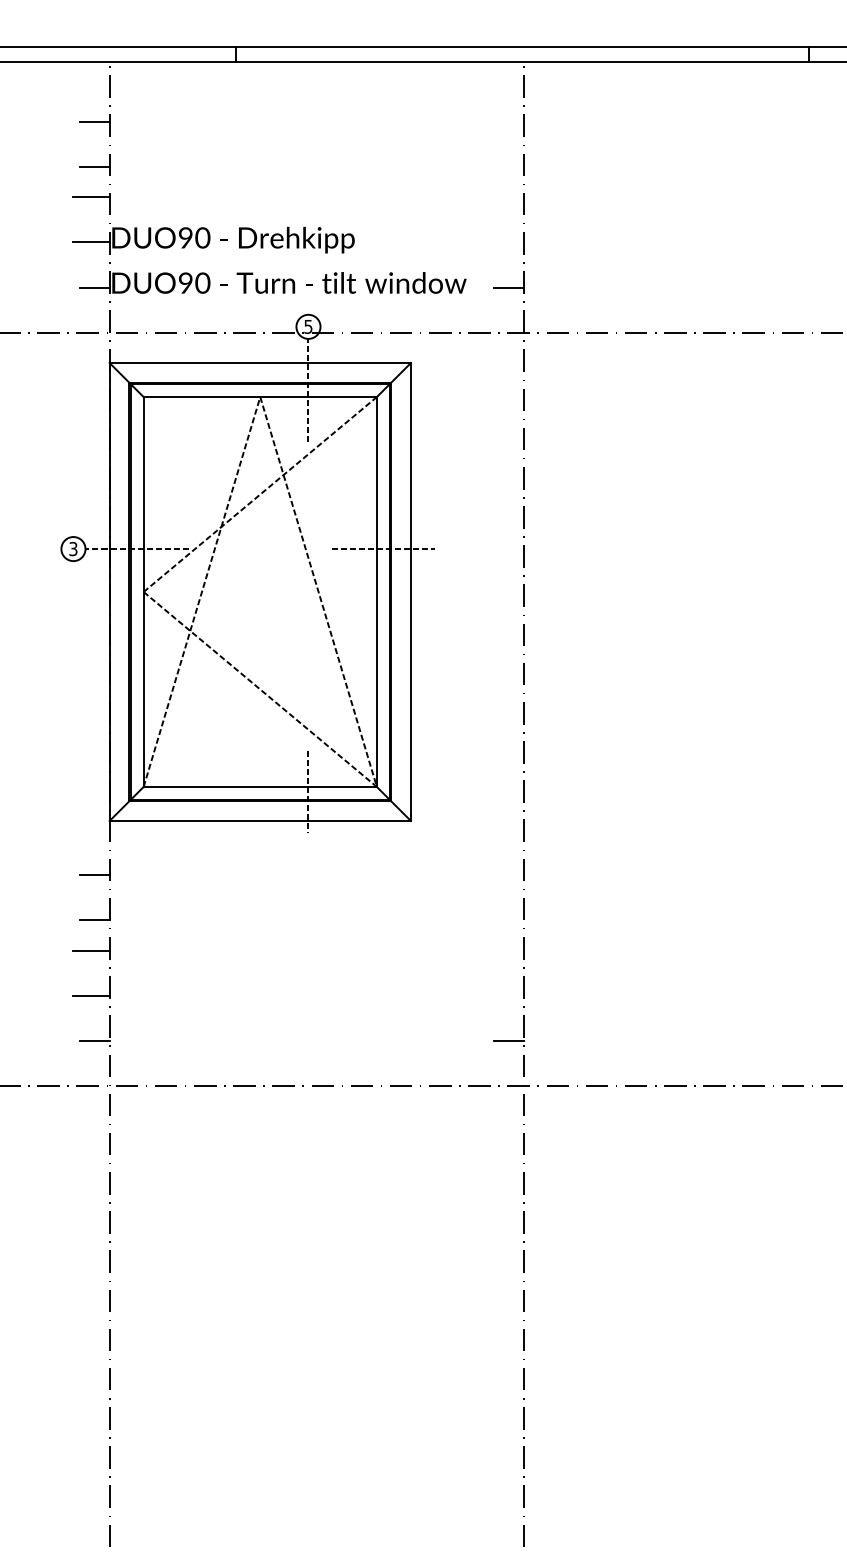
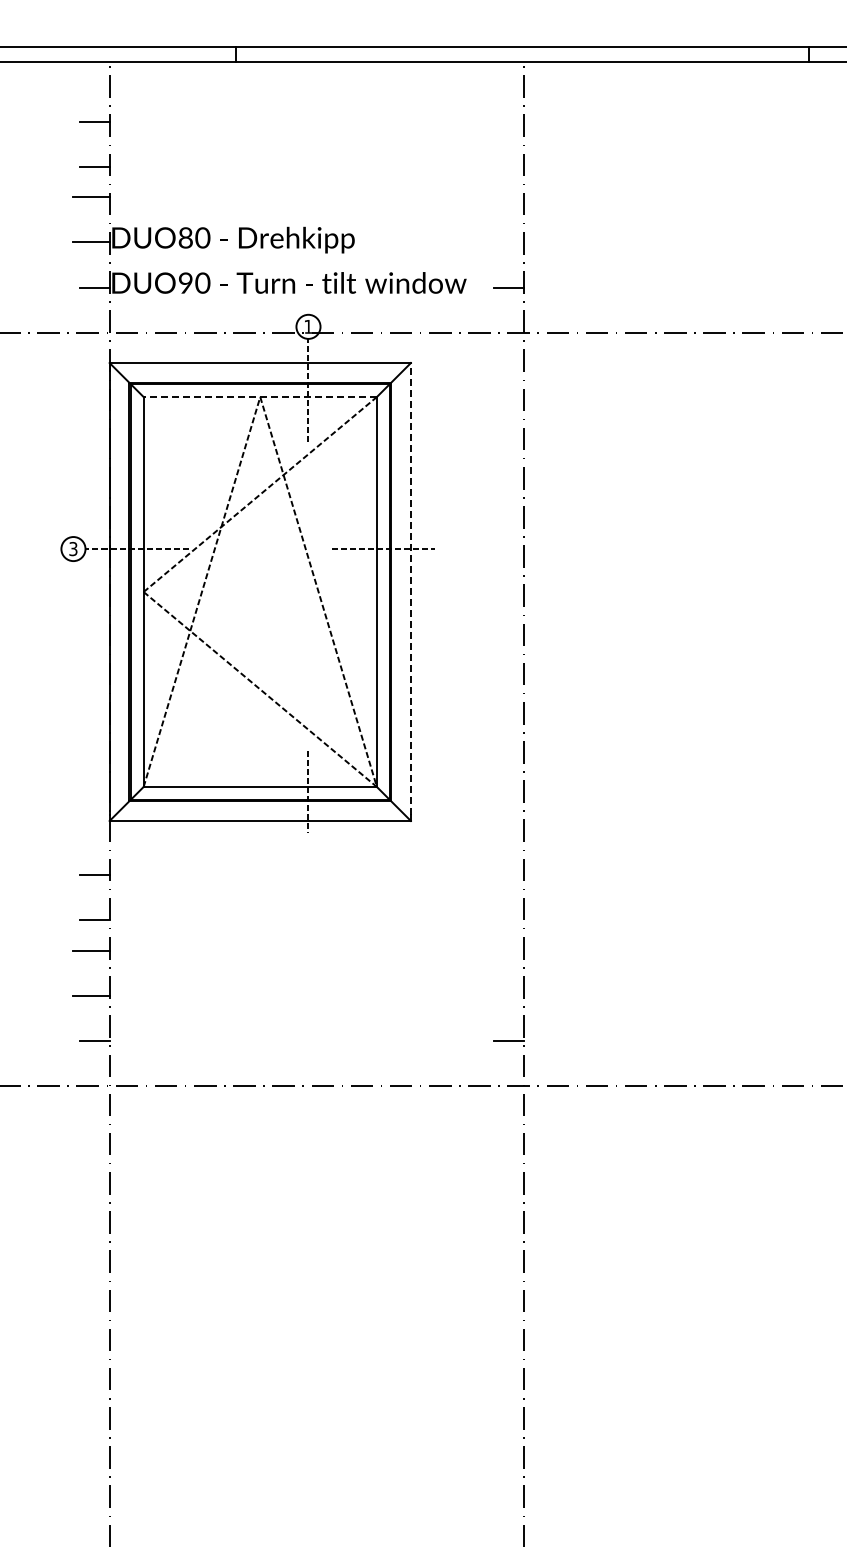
text at (185, 238): 90 -> 80
text at (308, 326): 5 -> 1
line at (260, 397): solid -> dashed
line at (410, 589): solid -> dashed
